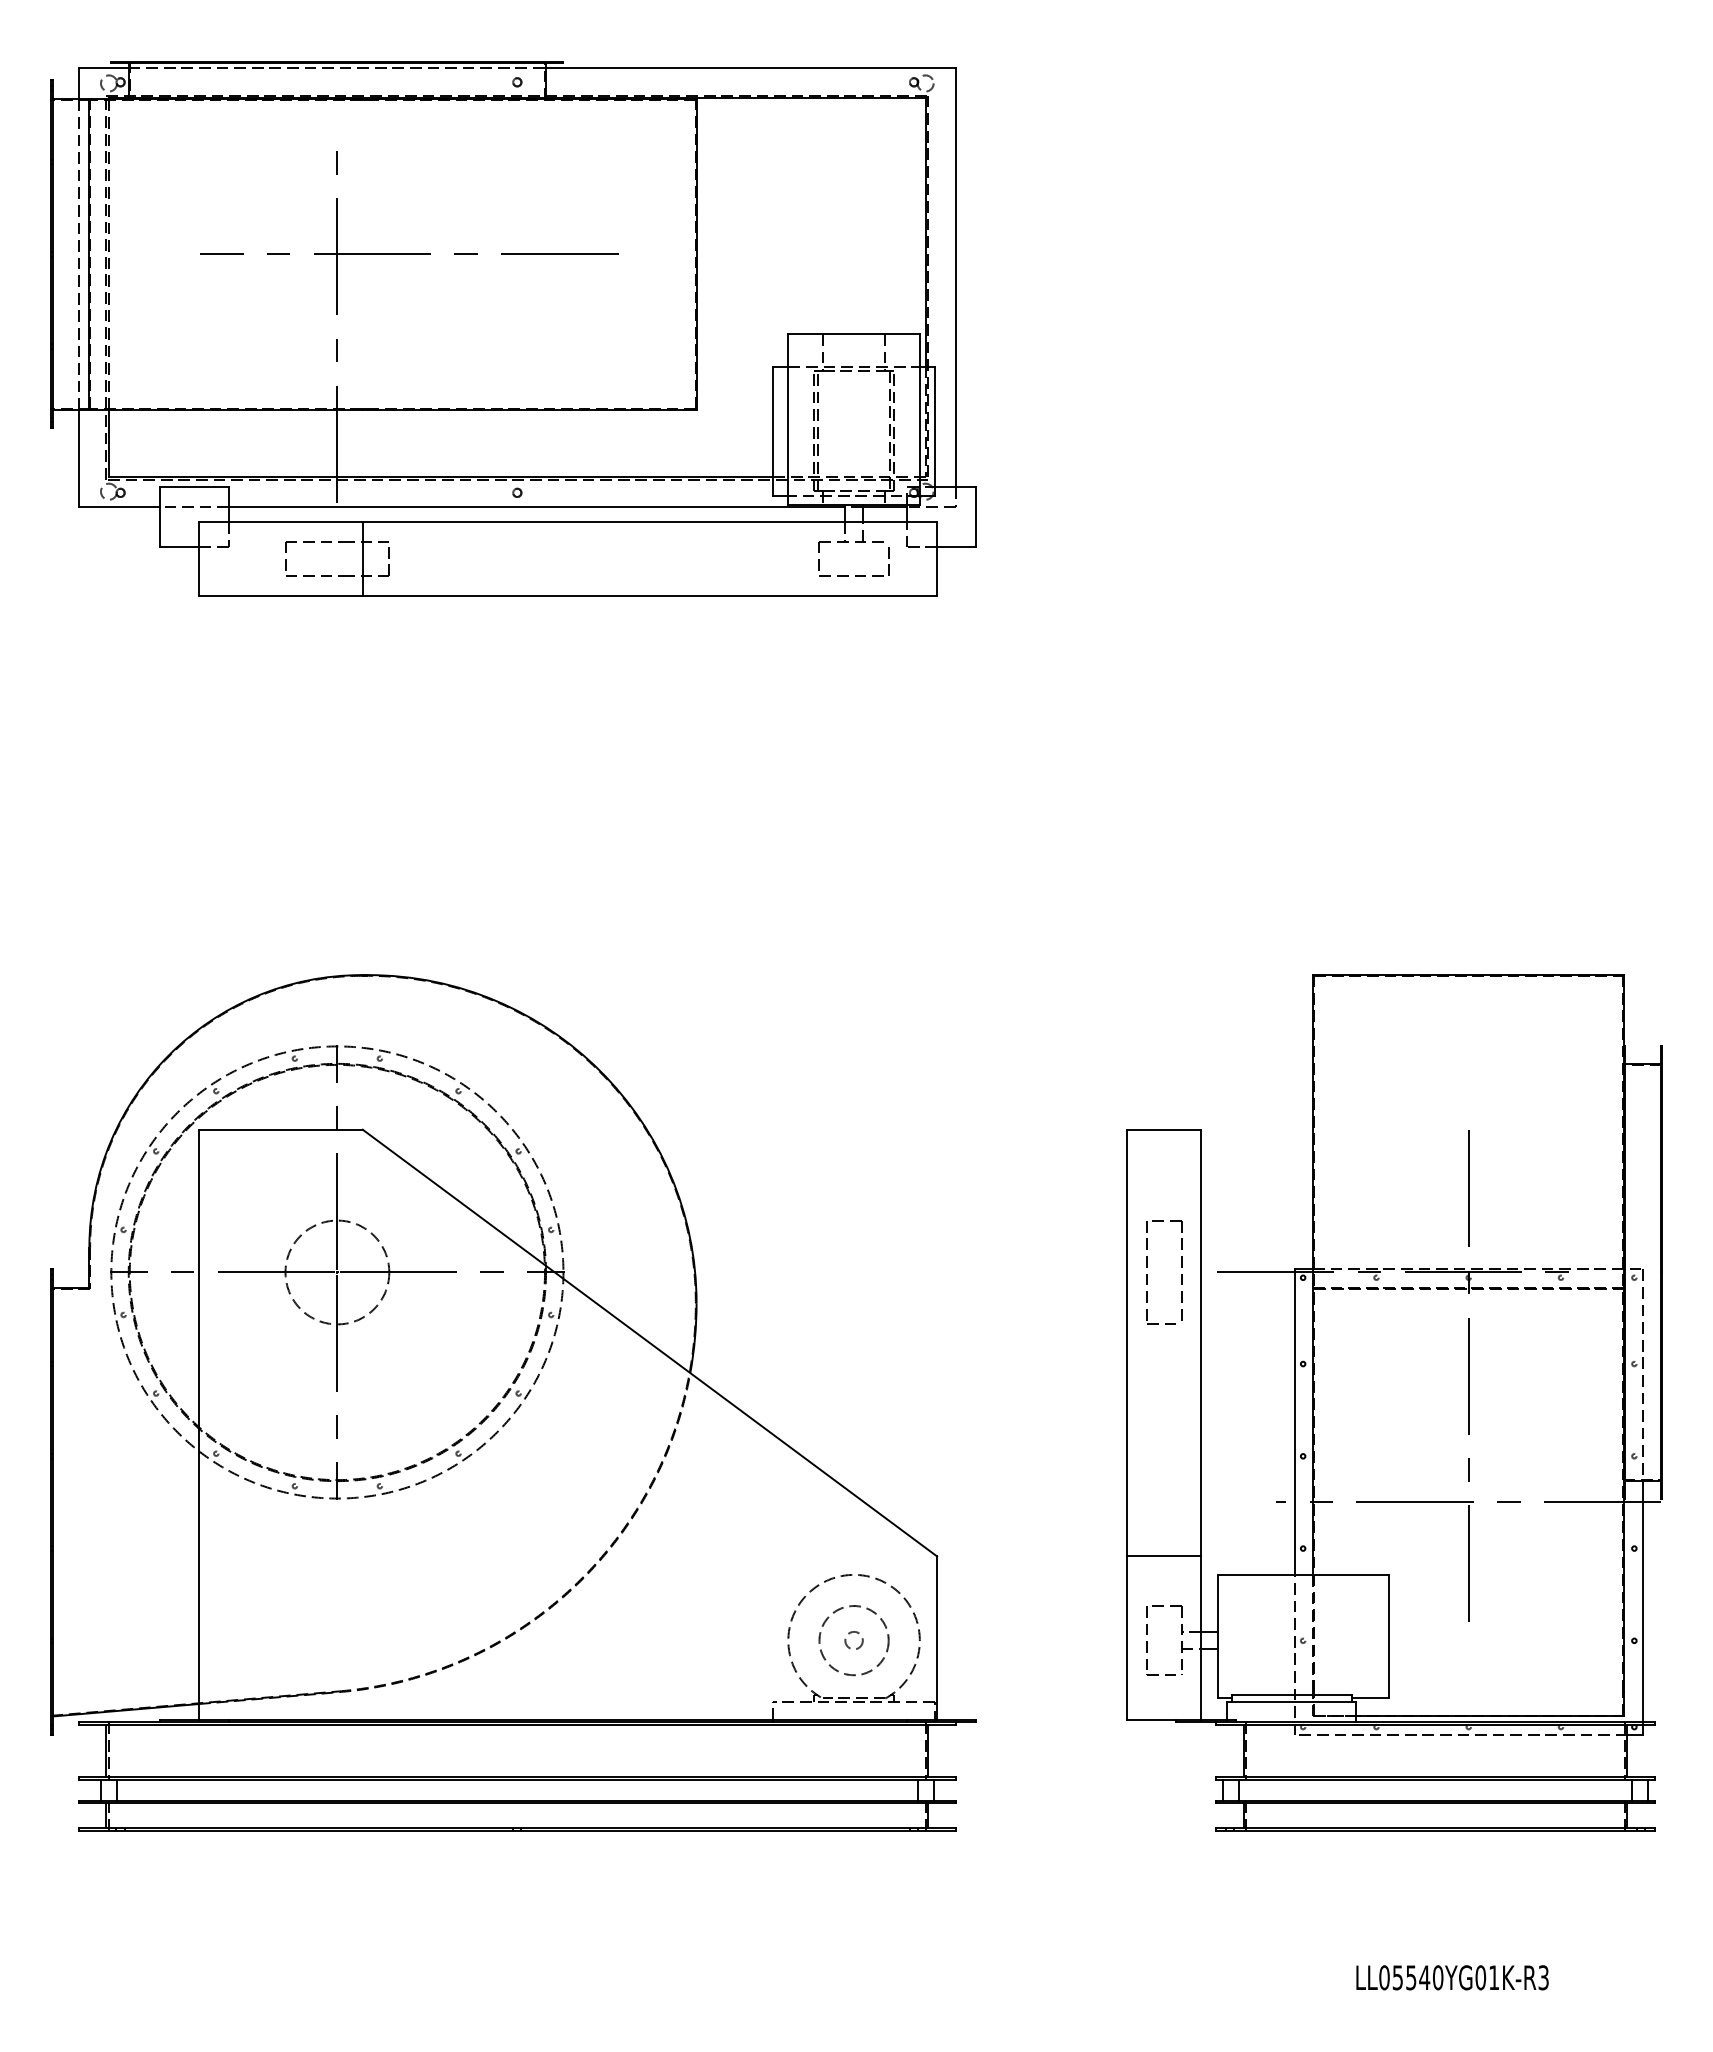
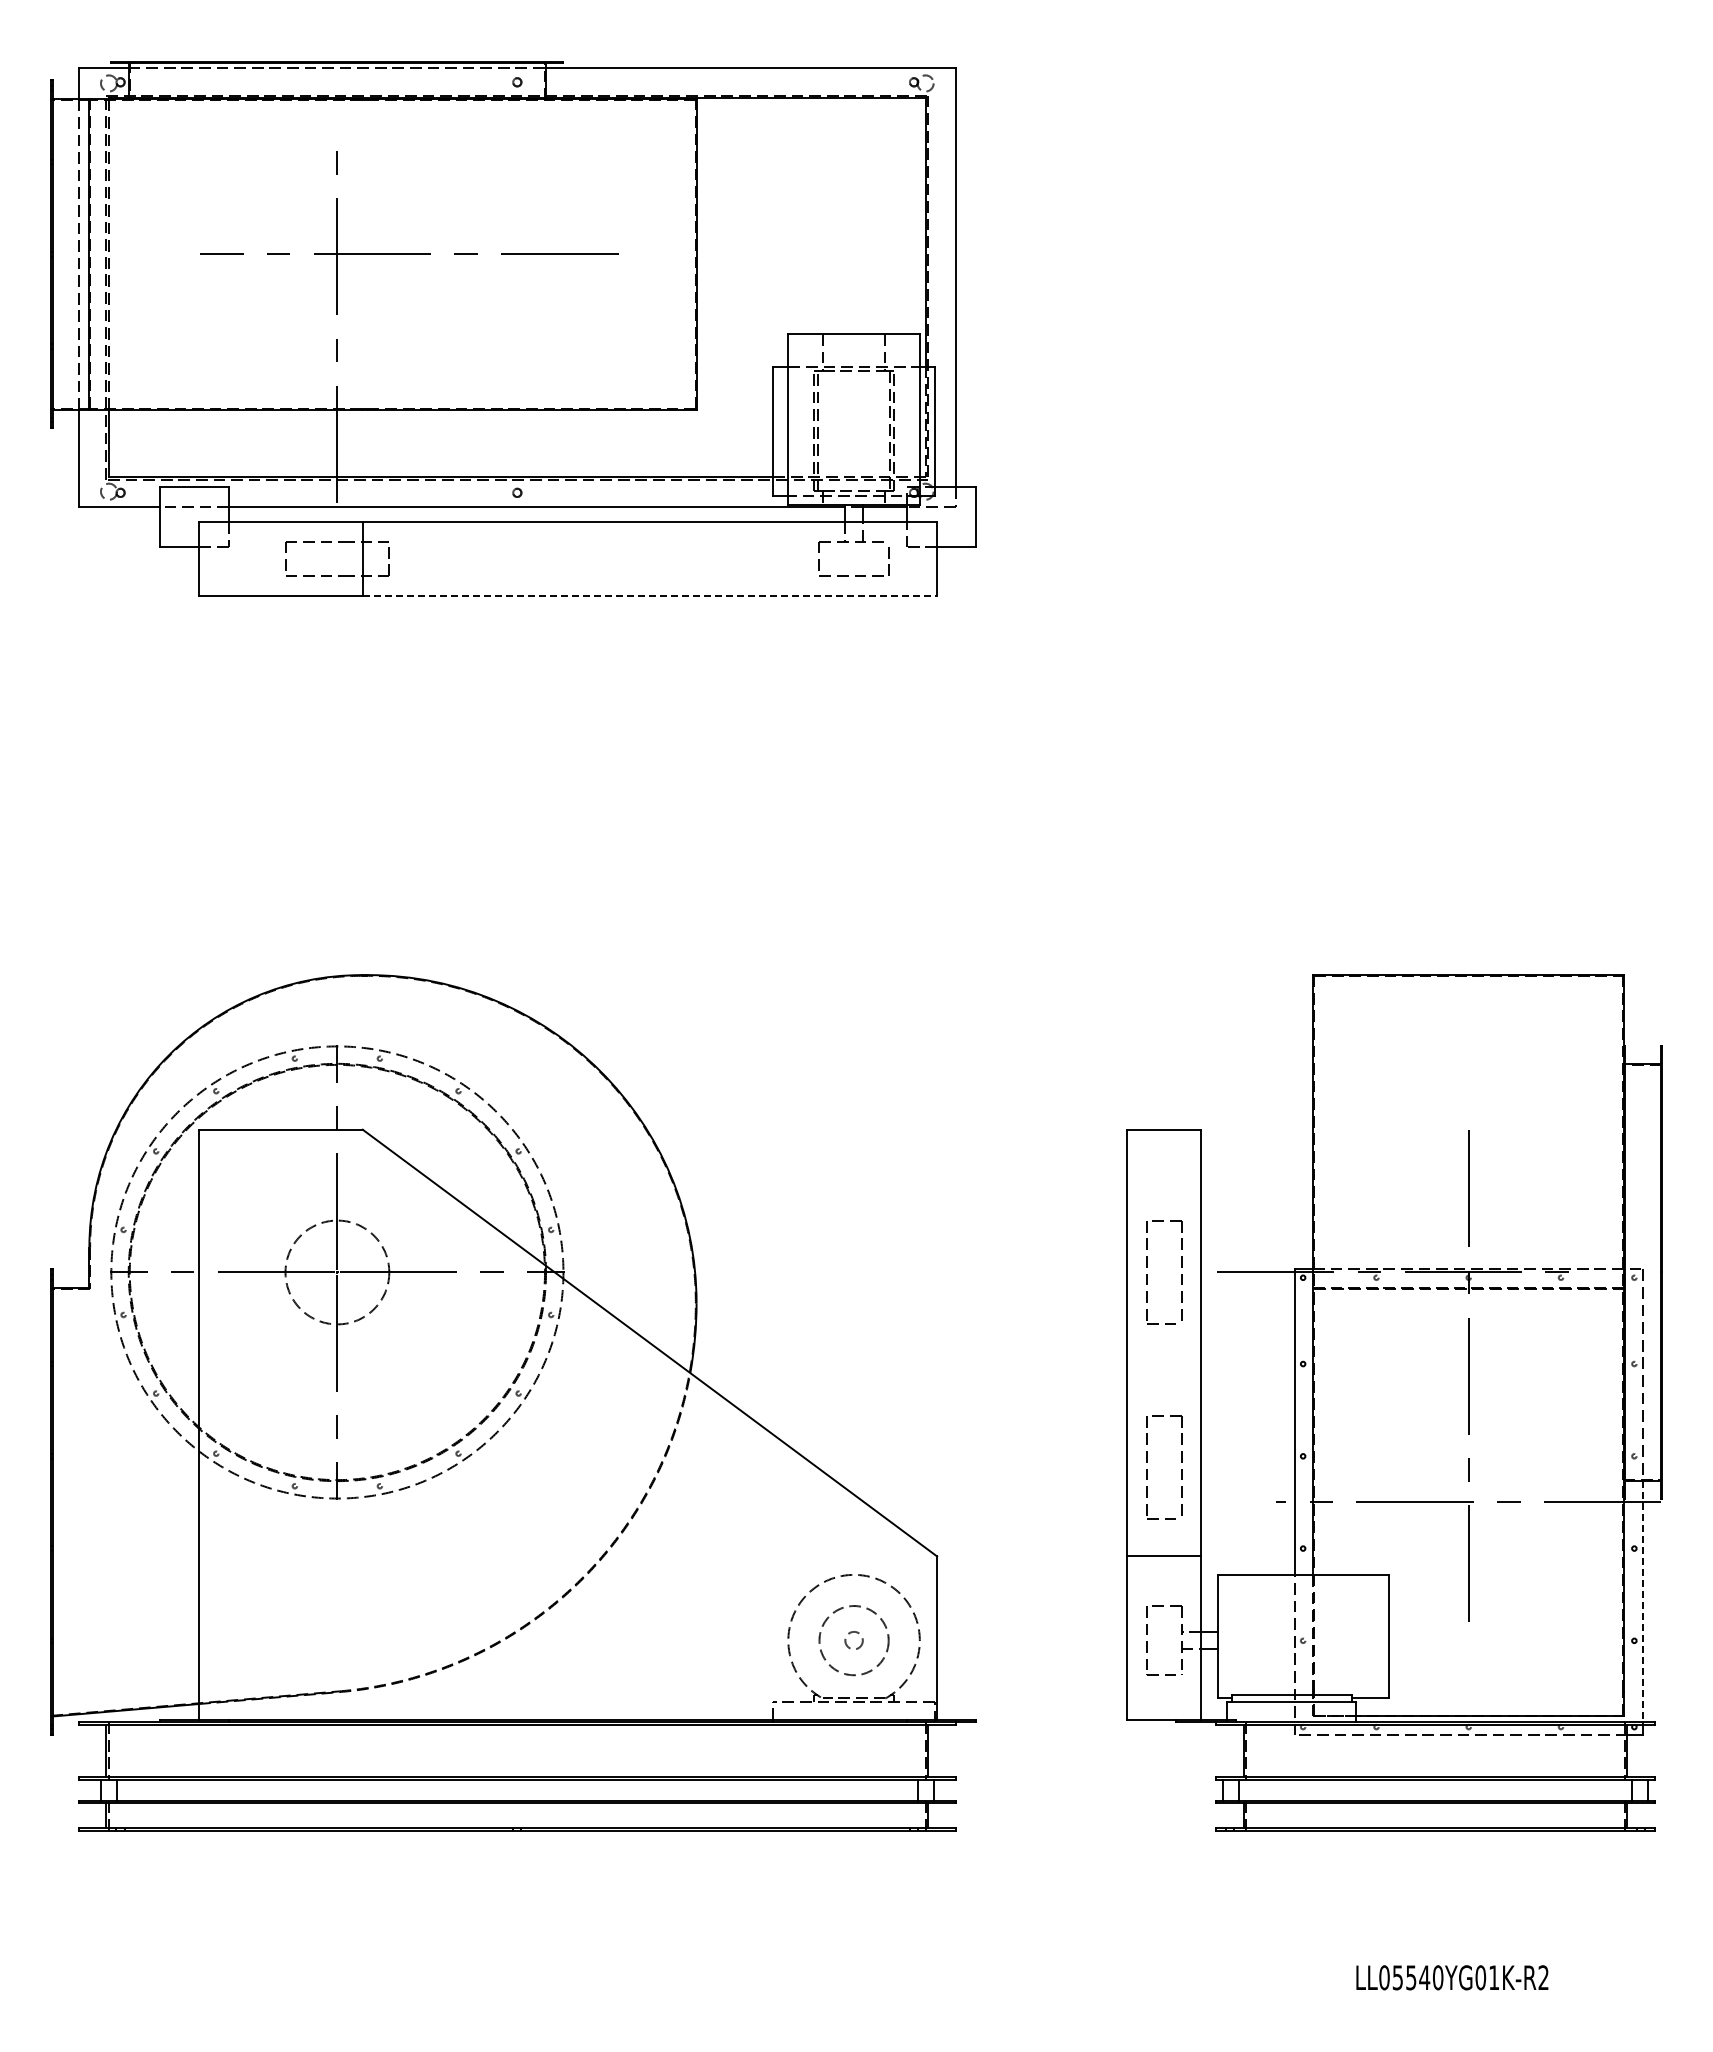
line at (650, 595): solid -> dashed
part at (1147, 1469): none -> present
line at (1642, 1601): solid -> dashed
text at (1543, 1977): LL05540YG01K-R3 -> LL05540YG01K-R2
